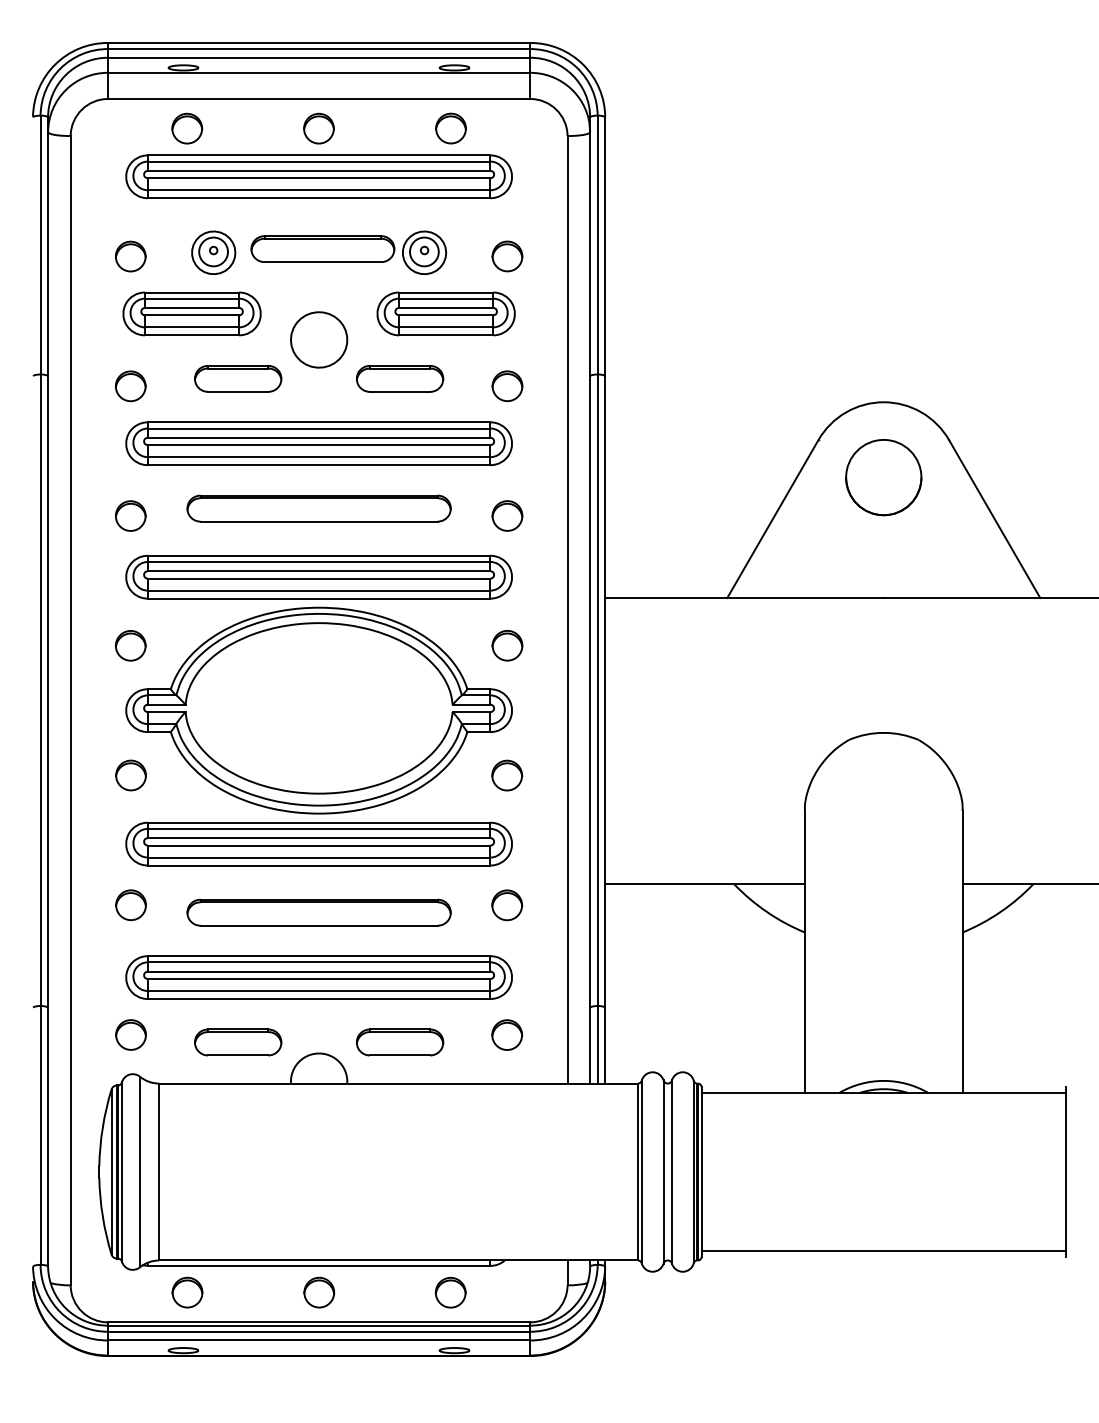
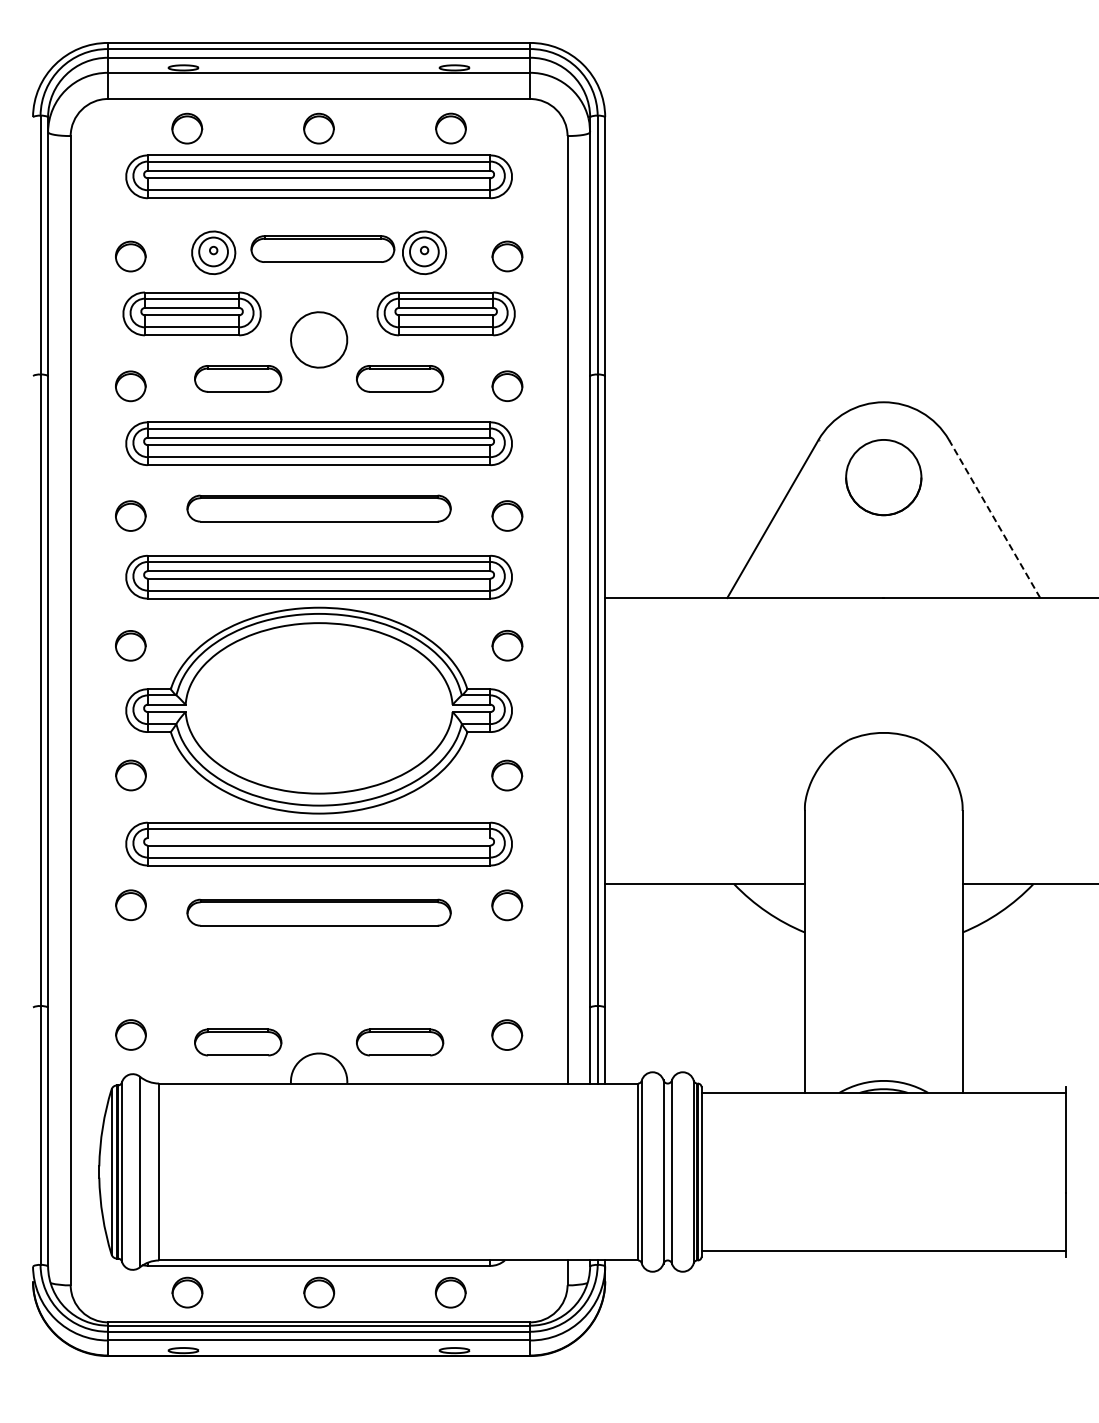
line at (994, 518): solid -> dashed
line at (318, 838): present -> none
part at (318, 977): present -> none
